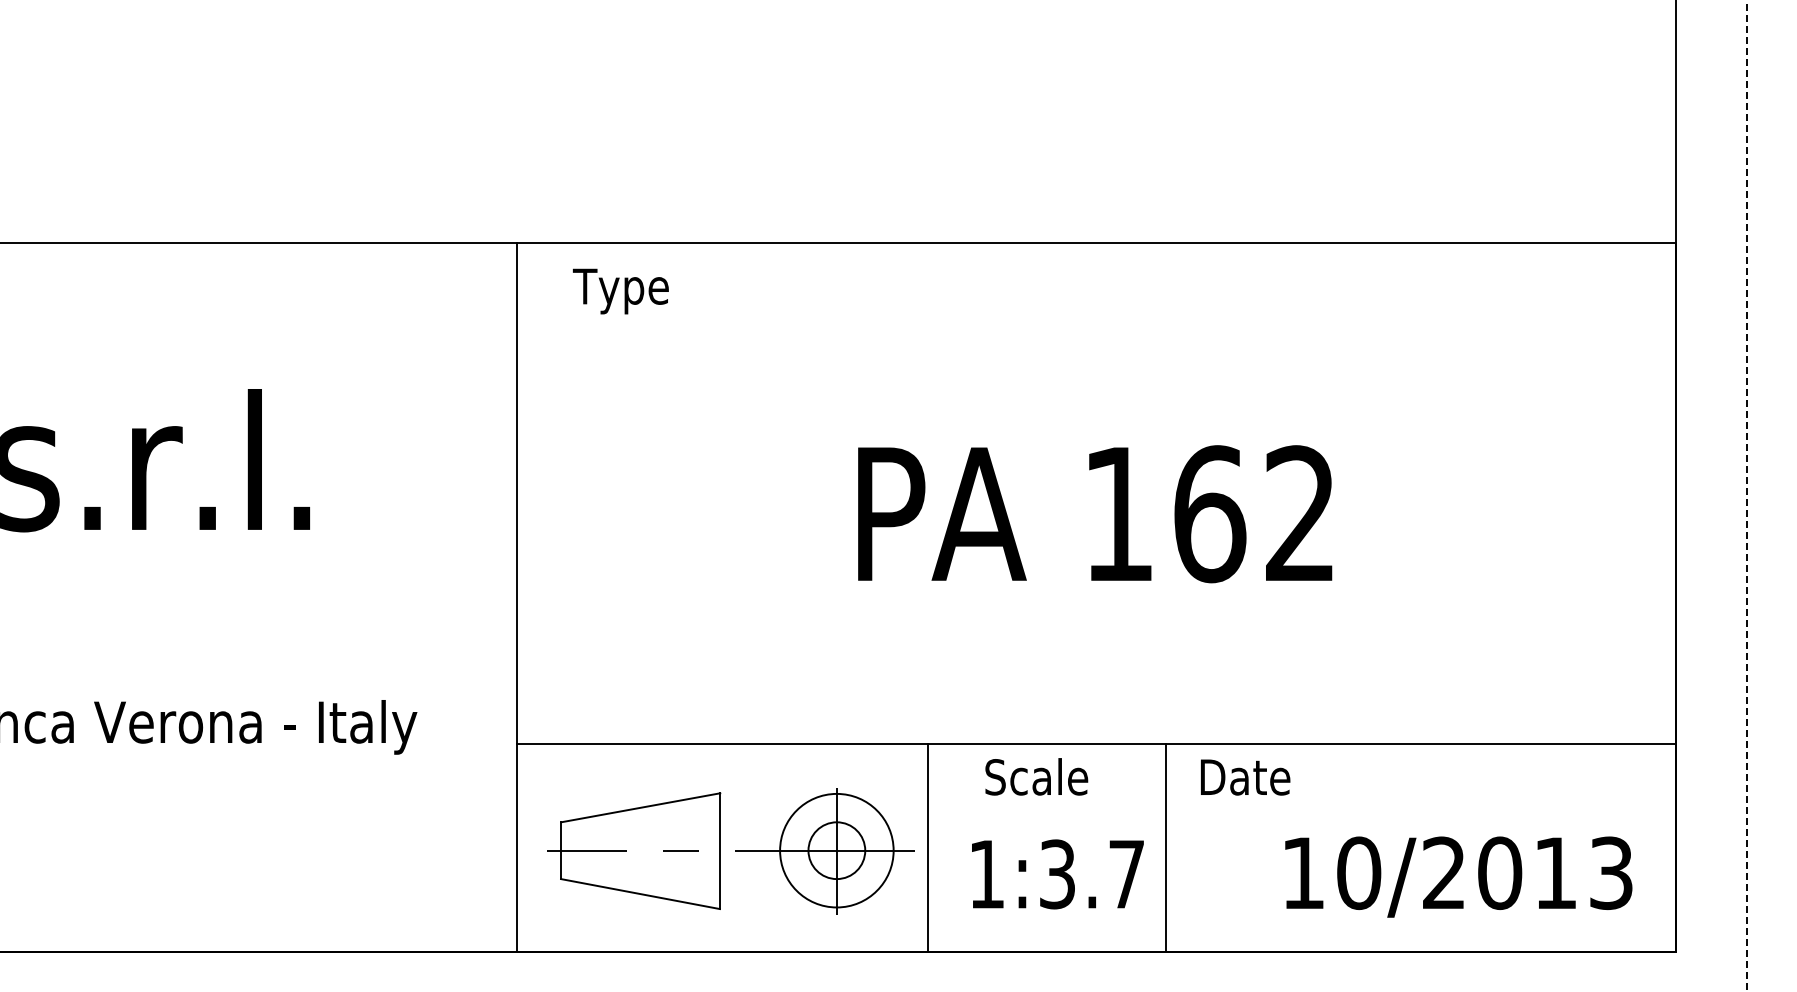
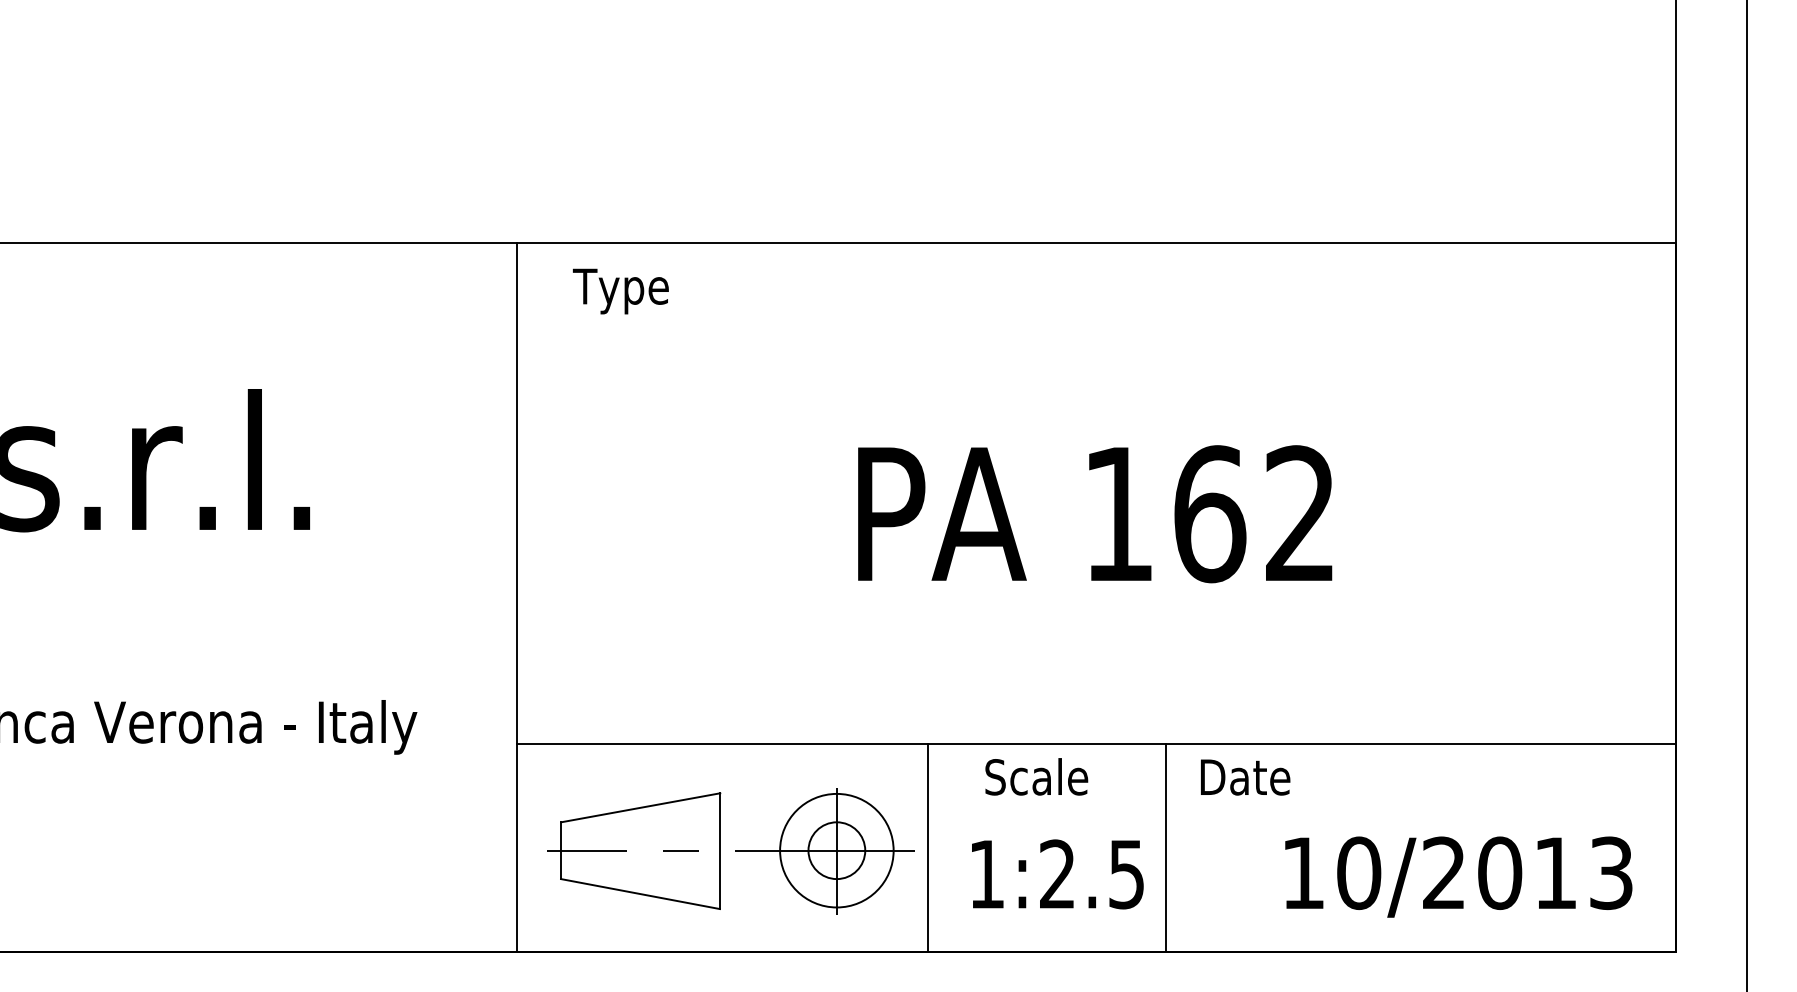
line at (1746, 495): dashed -> solid
text at (1091, 874): 1:3.7 -> 1:2.5
